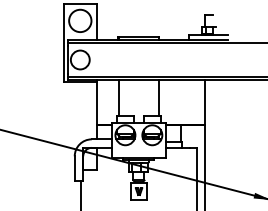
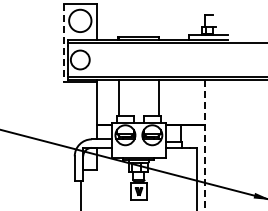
line at (63, 43): solid -> dashed
line at (204, 145): solid -> dashed
